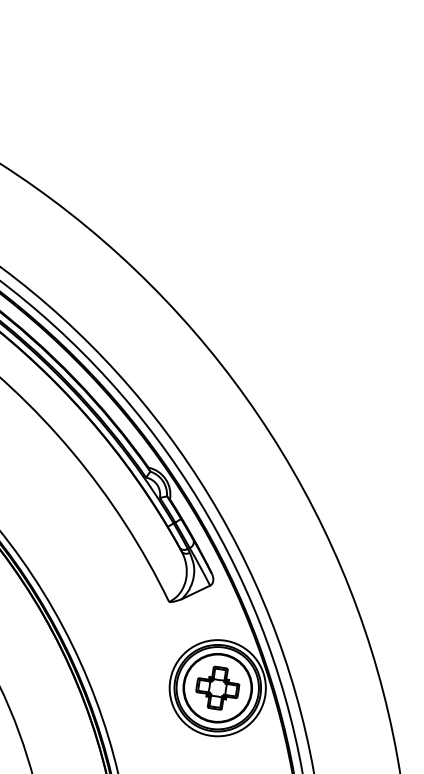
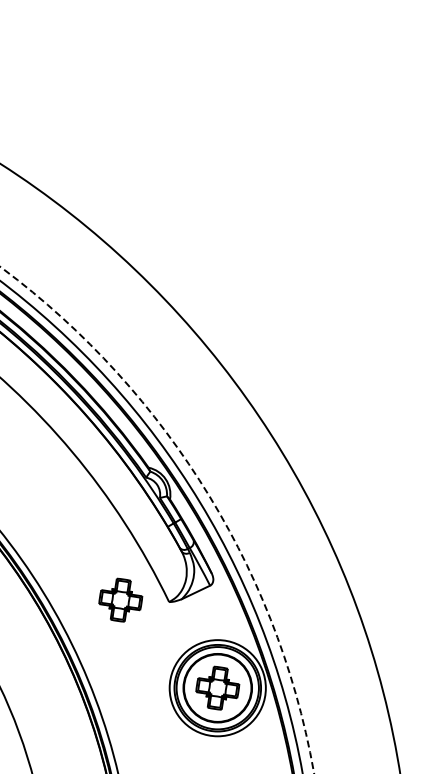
circle at (157, 519): solid -> dashed
part at (120, 599): none -> present
